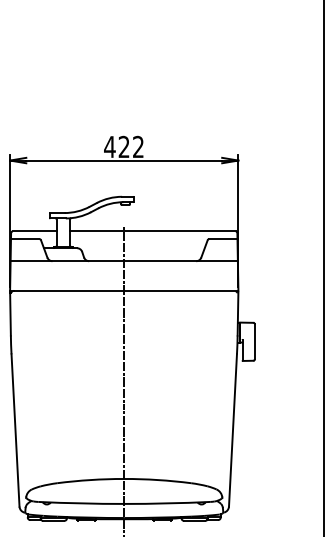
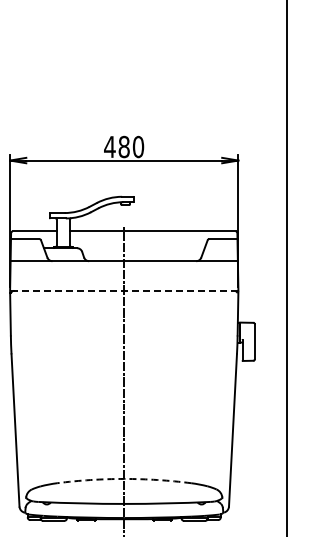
text at (131, 146): 422 -> 480
line at (323, 267) position: (323, 267) -> (286, 267)
line at (123, 290): solid -> dashed
arc at (124, 478): solid -> dashed
